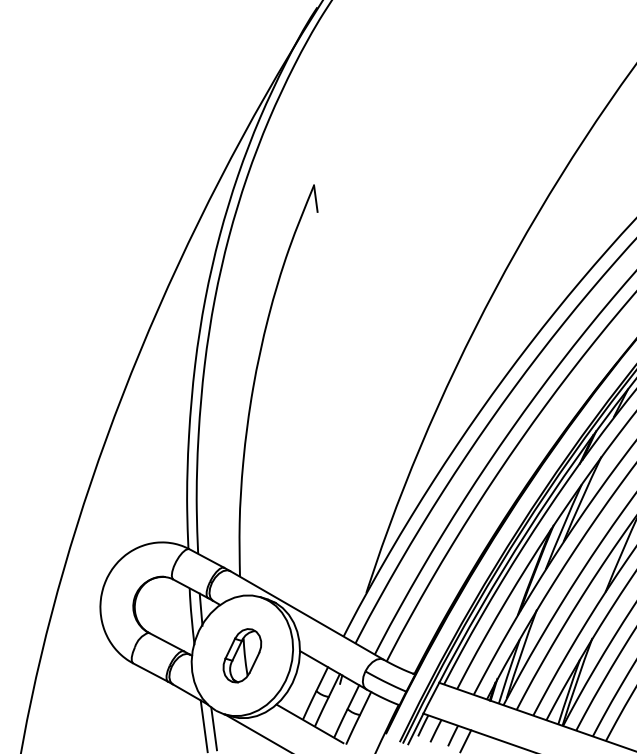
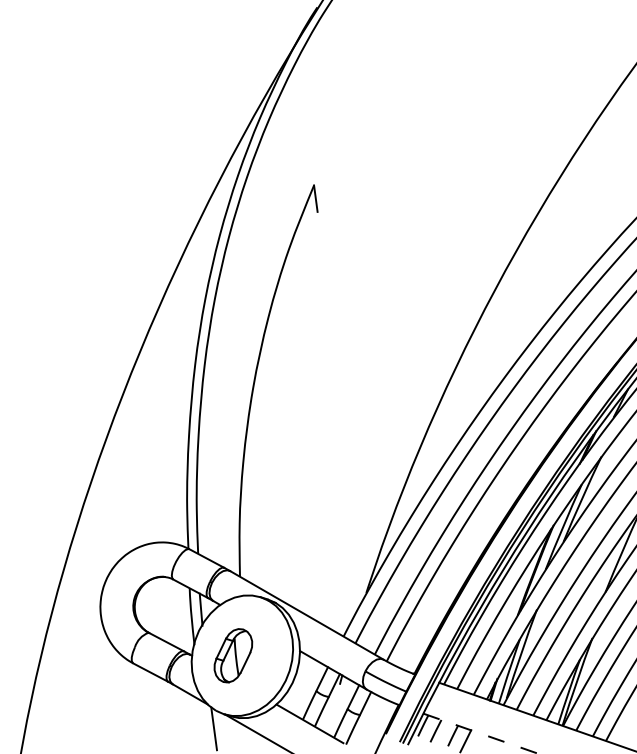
part at (242, 655) position: (242, 655) -> (233, 655)
line at (203, 725): present -> none
line at (480, 733): solid -> dashed
